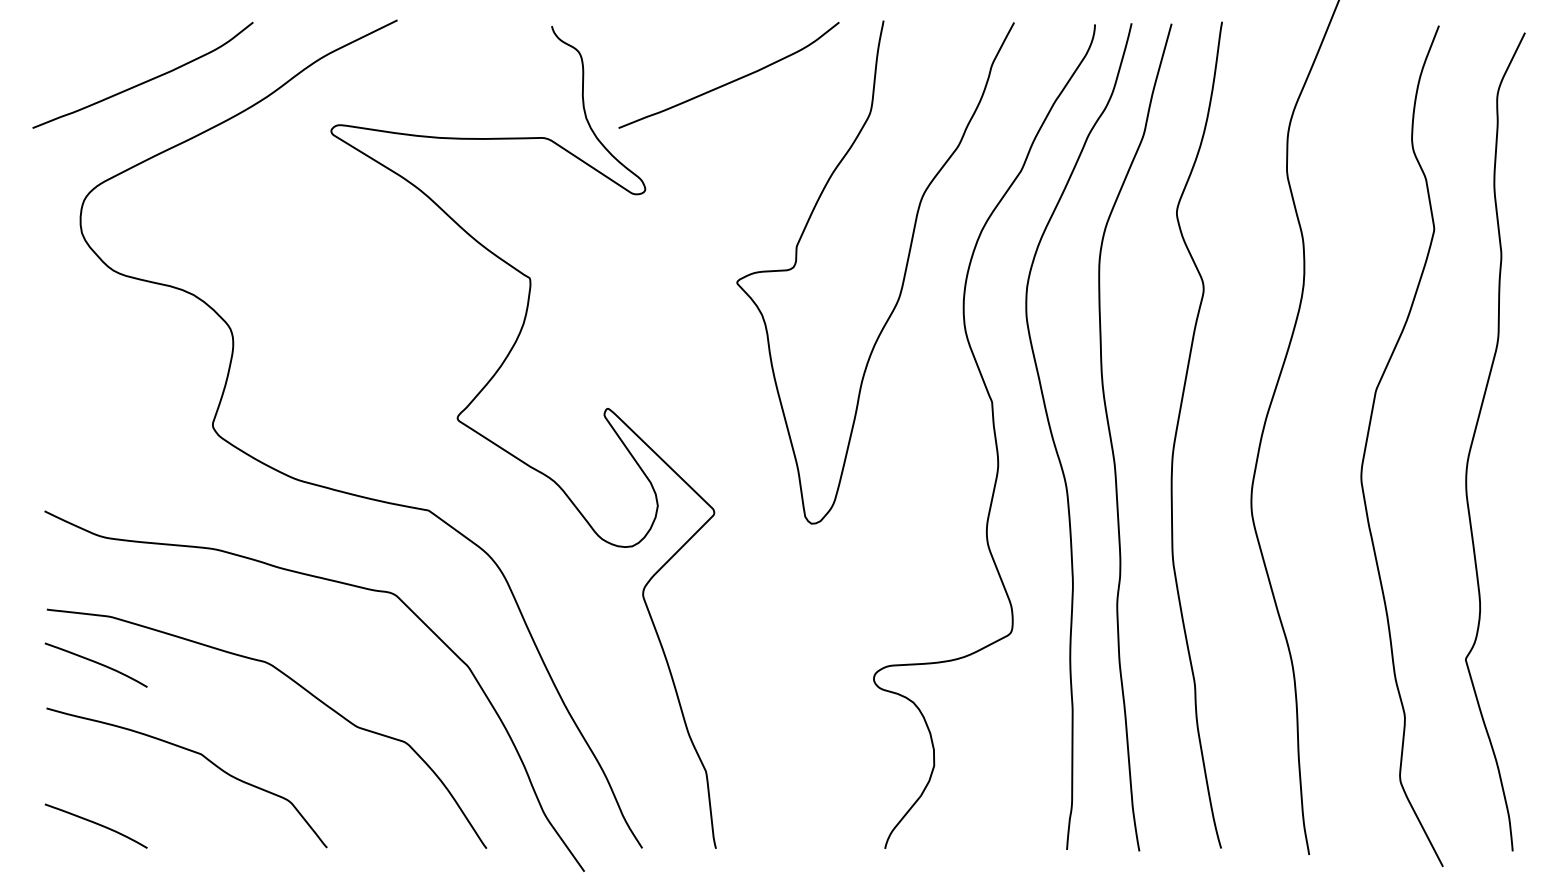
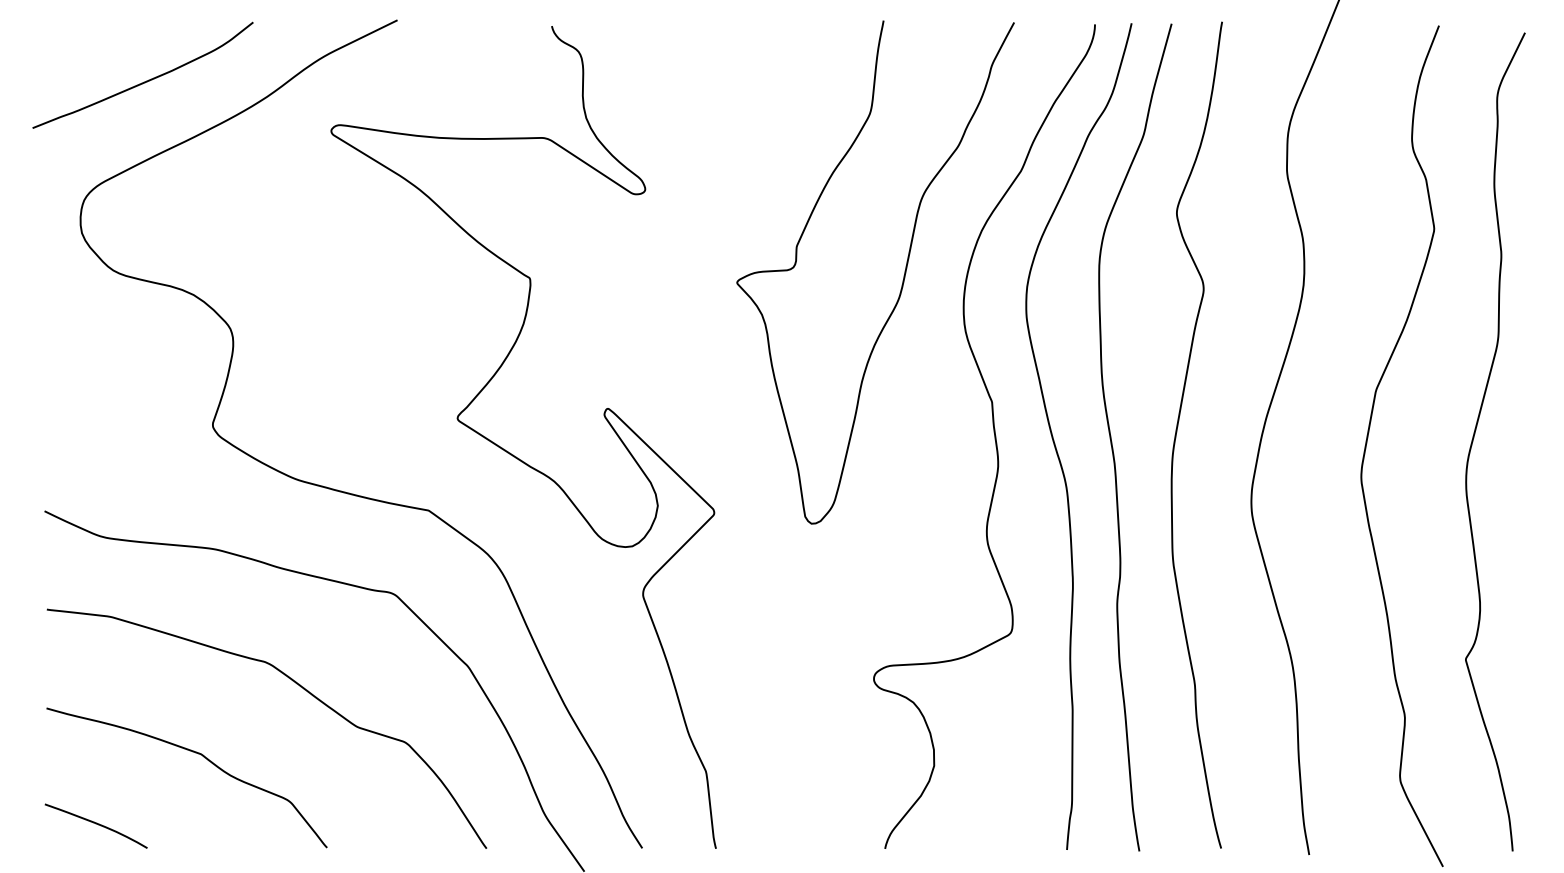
curve at (732, 80): present -> none
curve at (95, 663): present -> none
